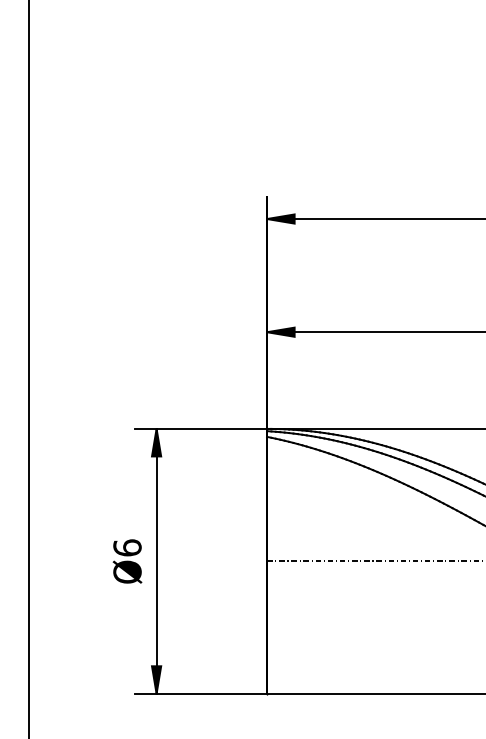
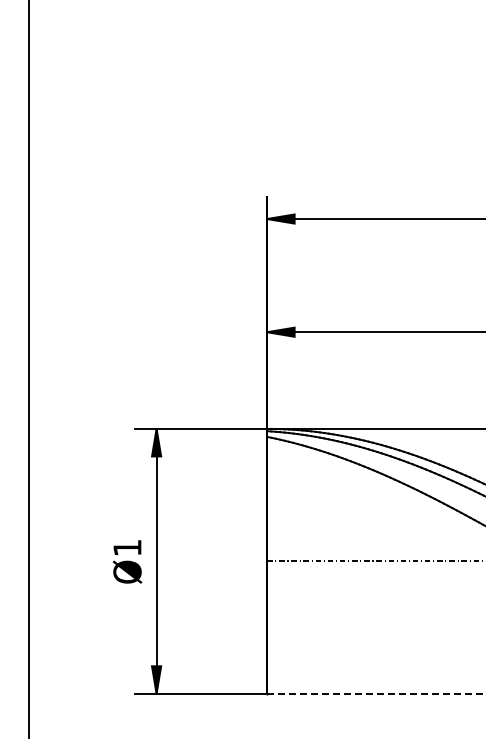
text at (127, 547): Ø6 -> Ø1
line at (376, 693): solid -> dashed
